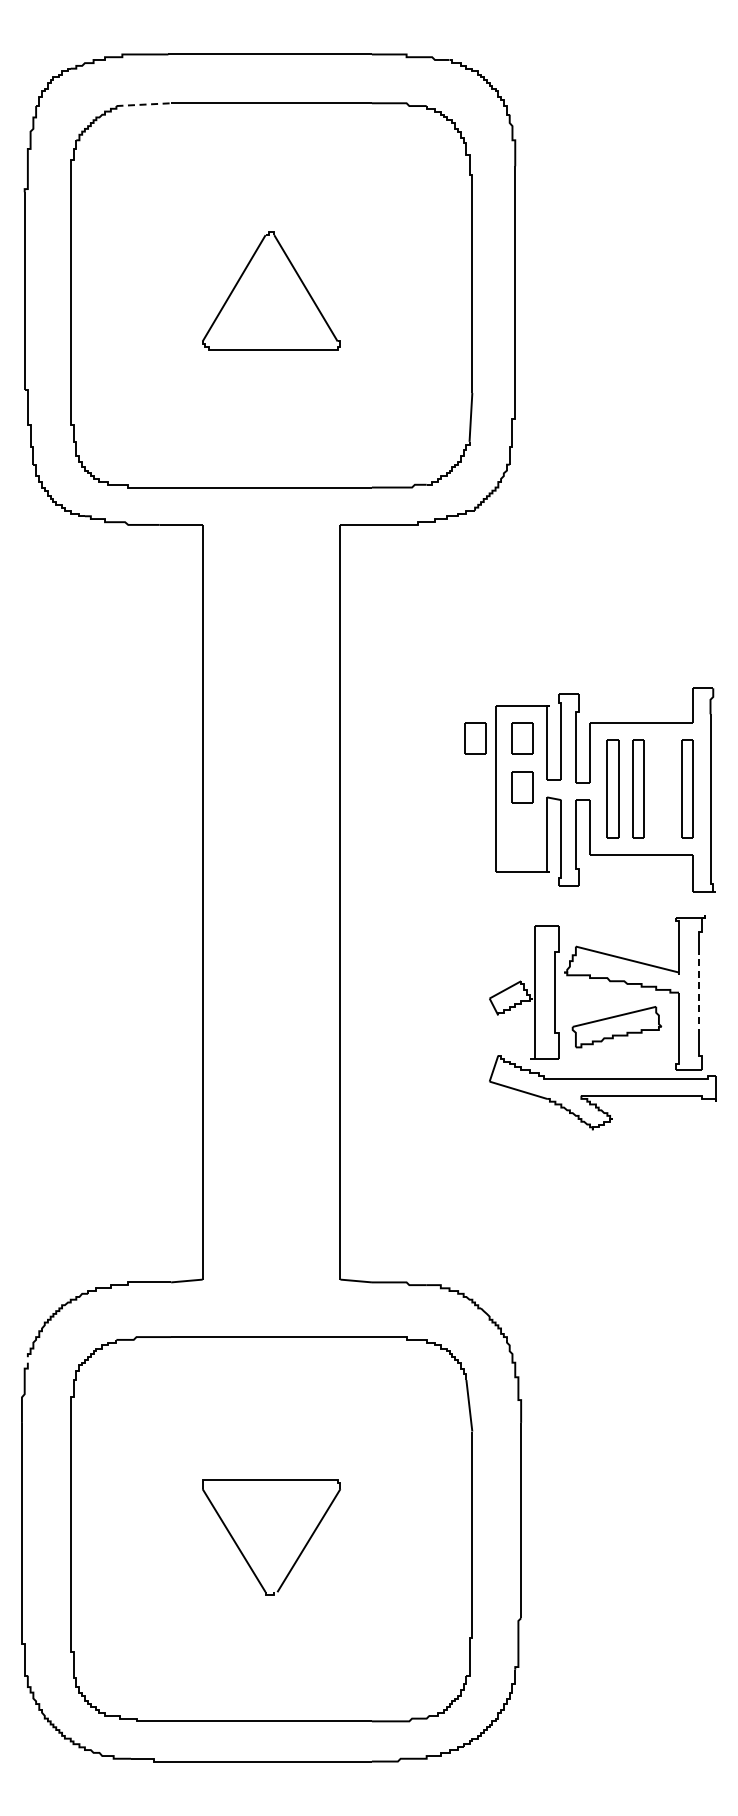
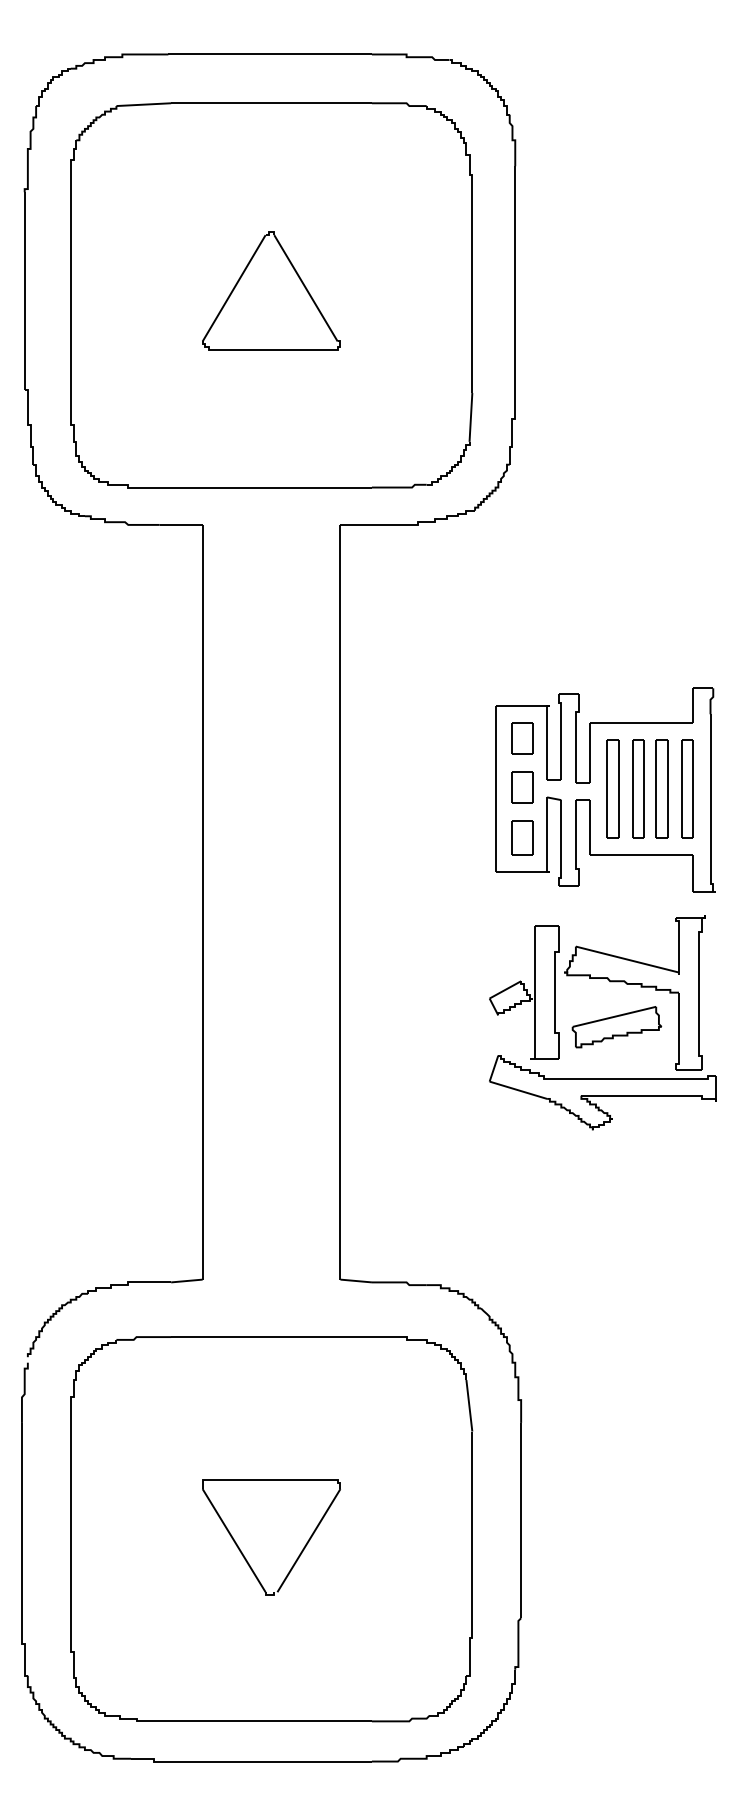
line at (144, 104): dashed -> solid
part at (475, 738): present -> none
part at (661, 788): none -> present
part at (522, 837): none -> present
line at (699, 992): dashed -> solid
